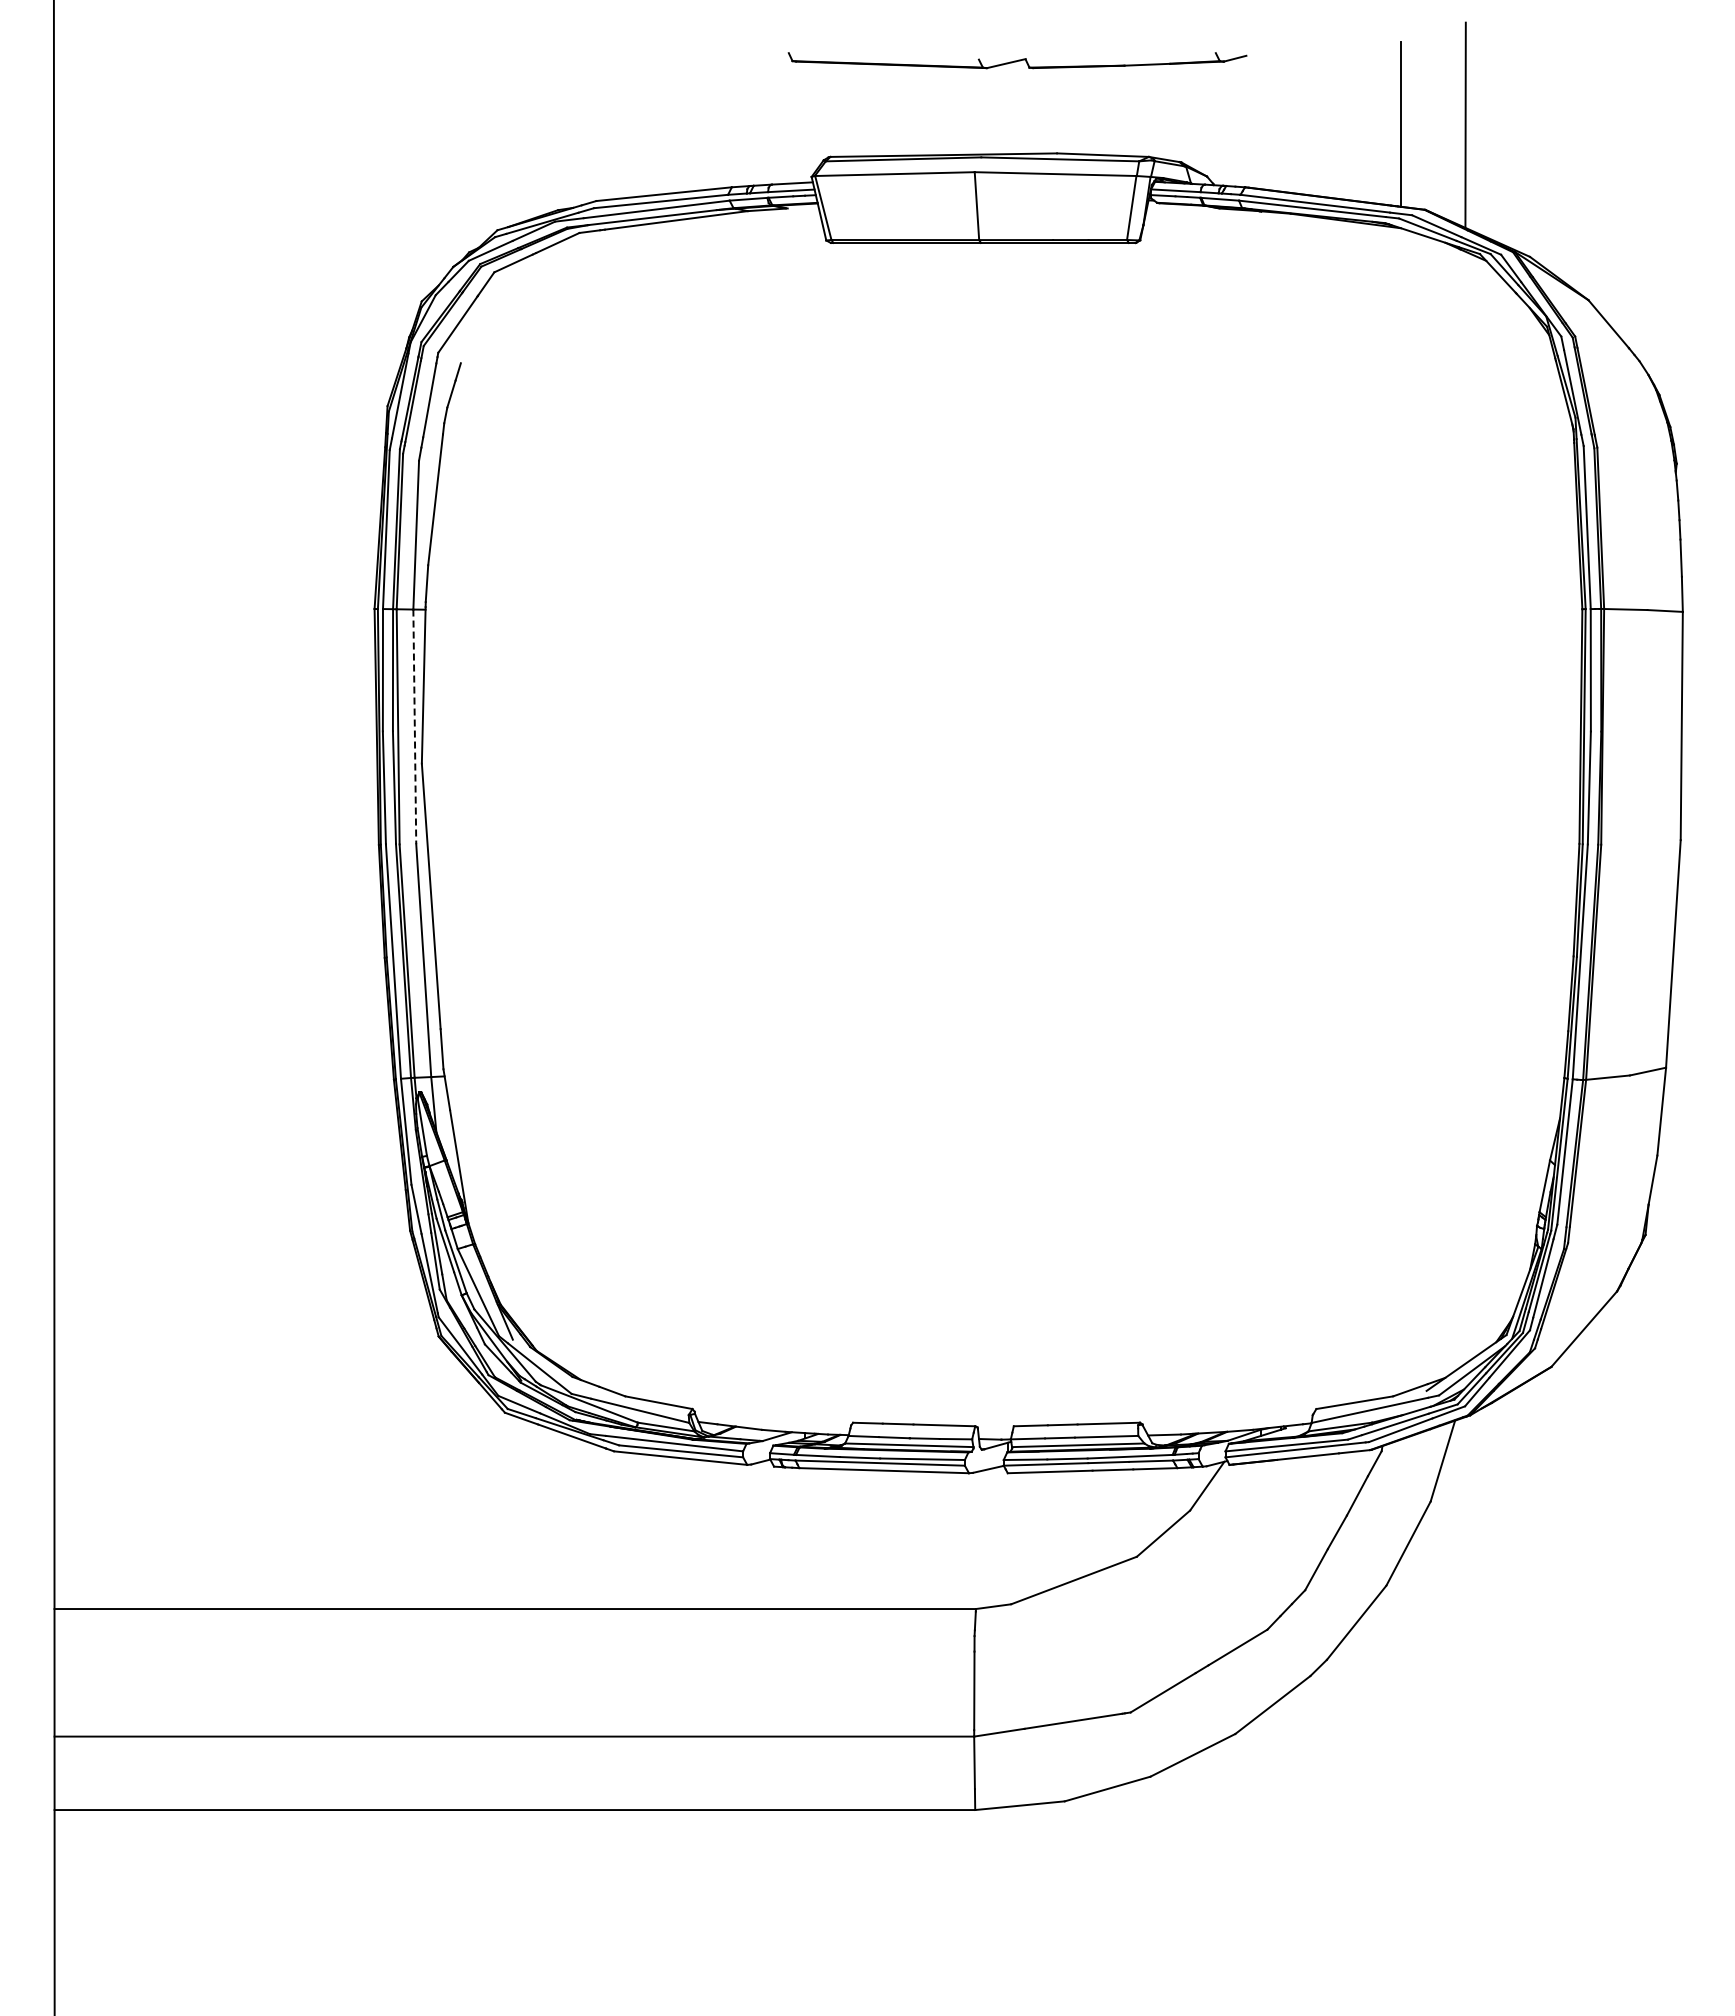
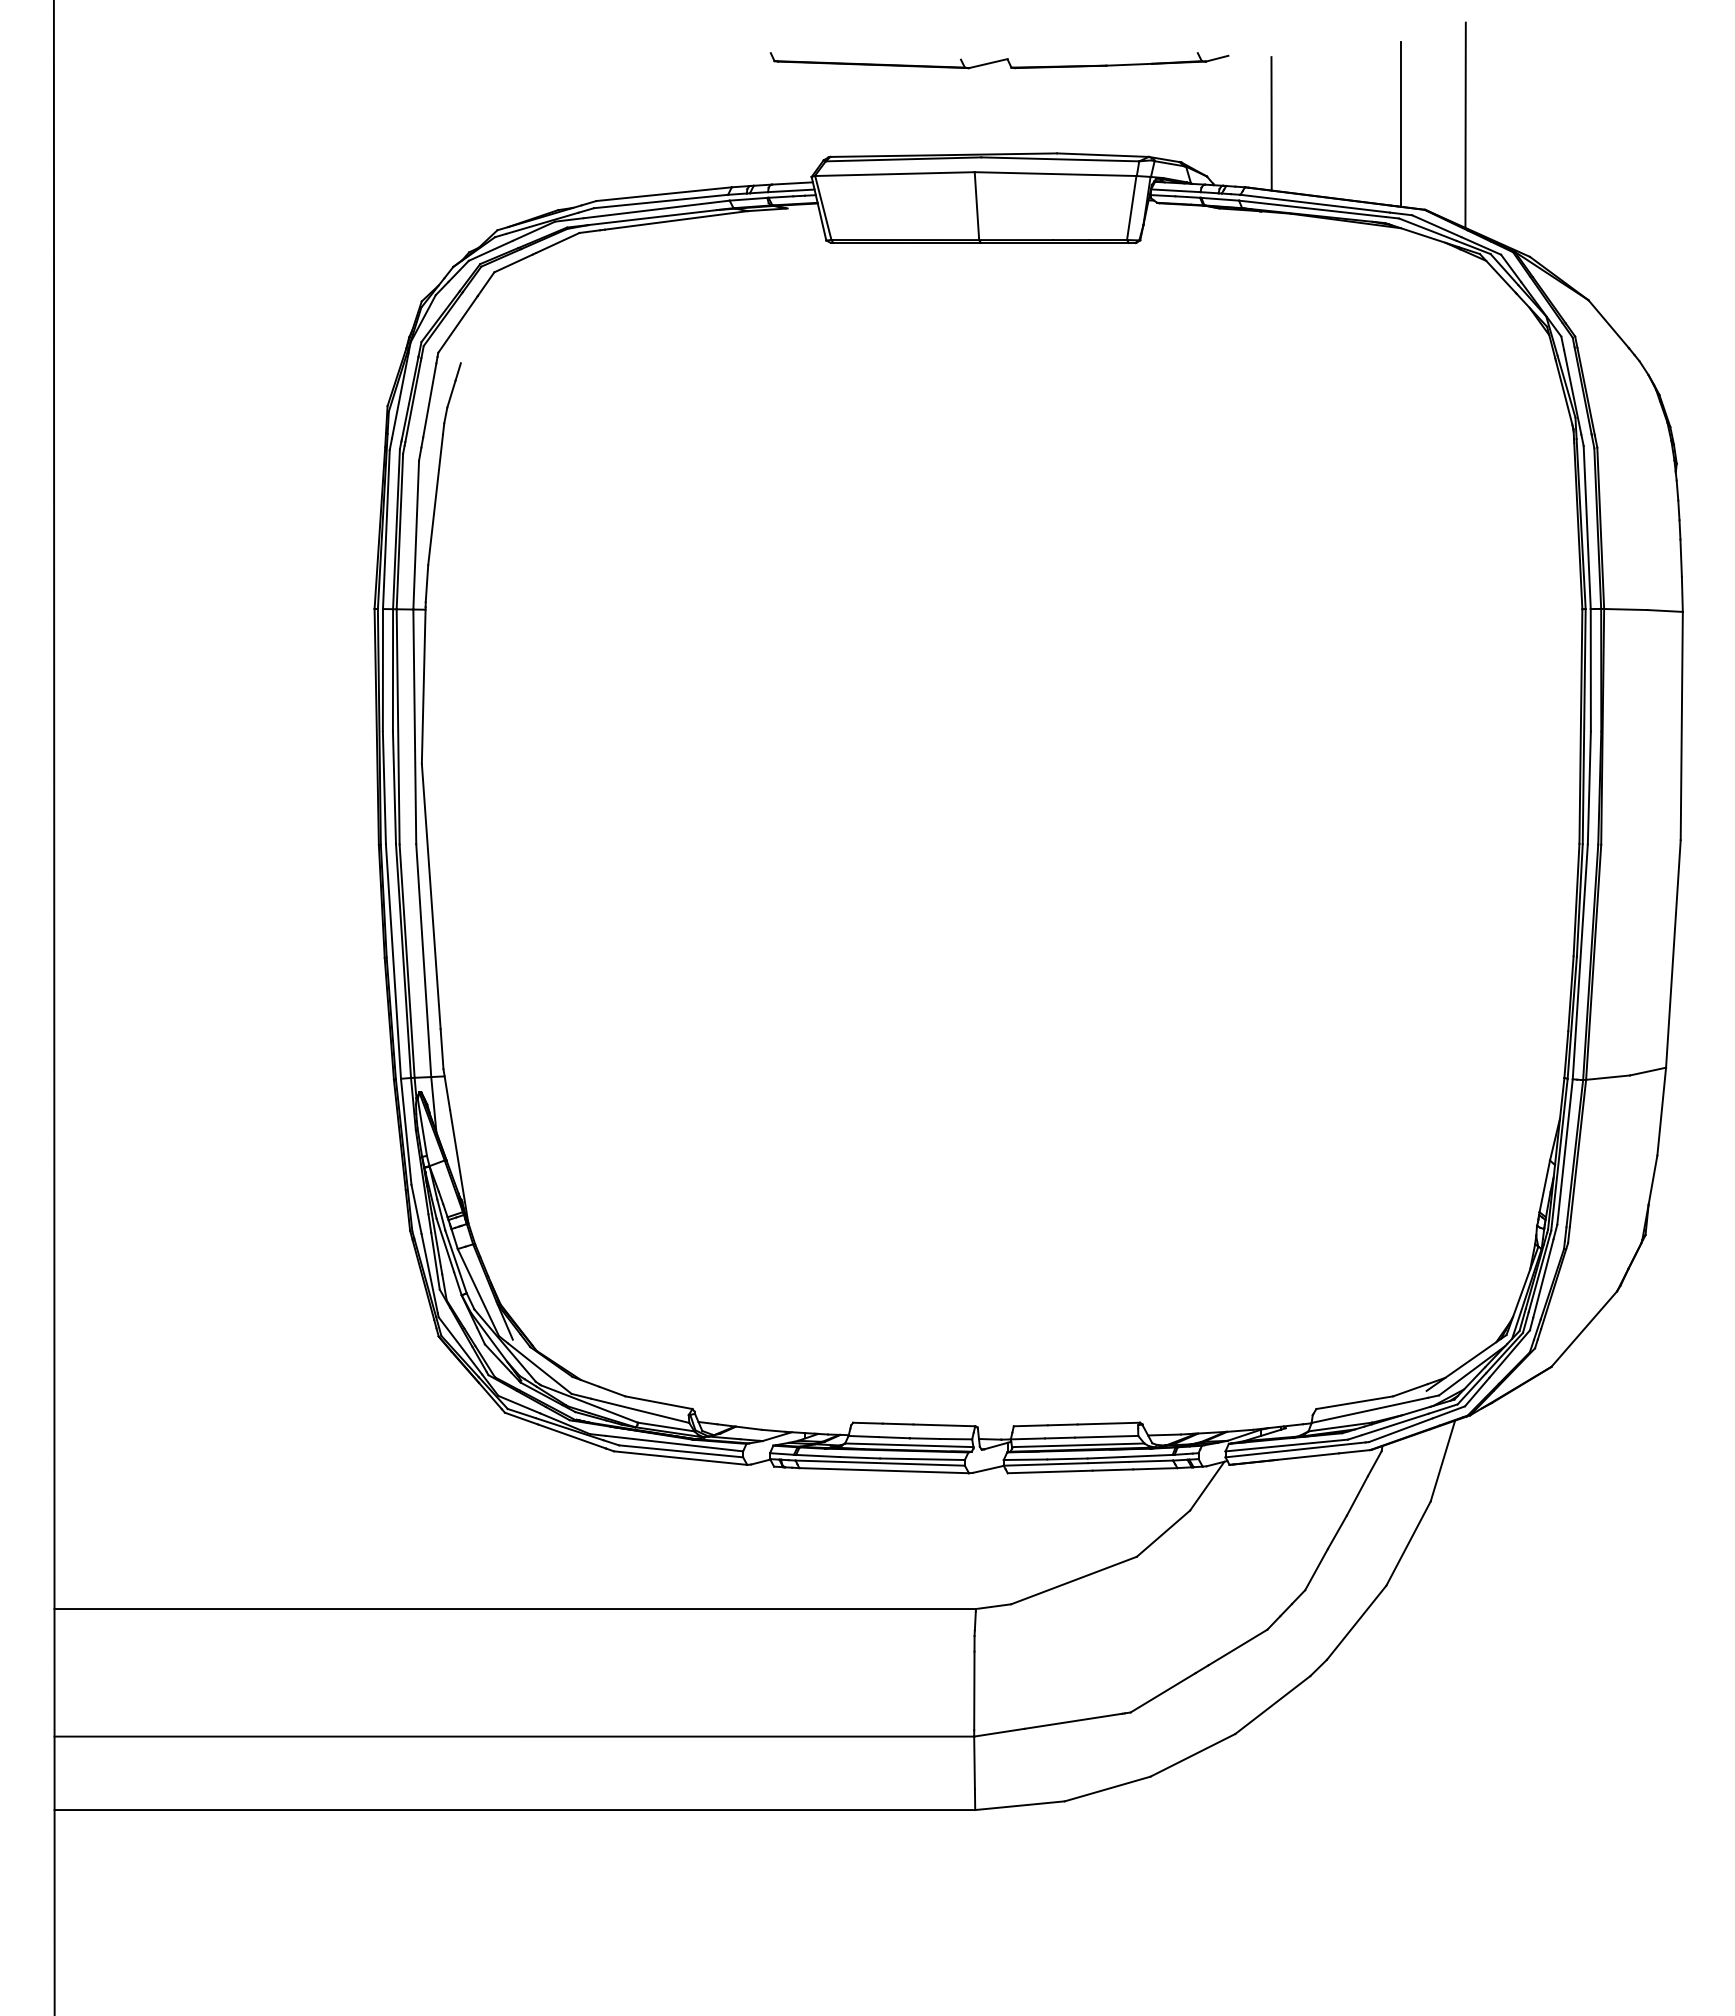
part at (1017, 60) position: (1017, 60) -> (999, 60)
line at (1271, 123): none -> present
line at (414, 727): dashed -> solid
